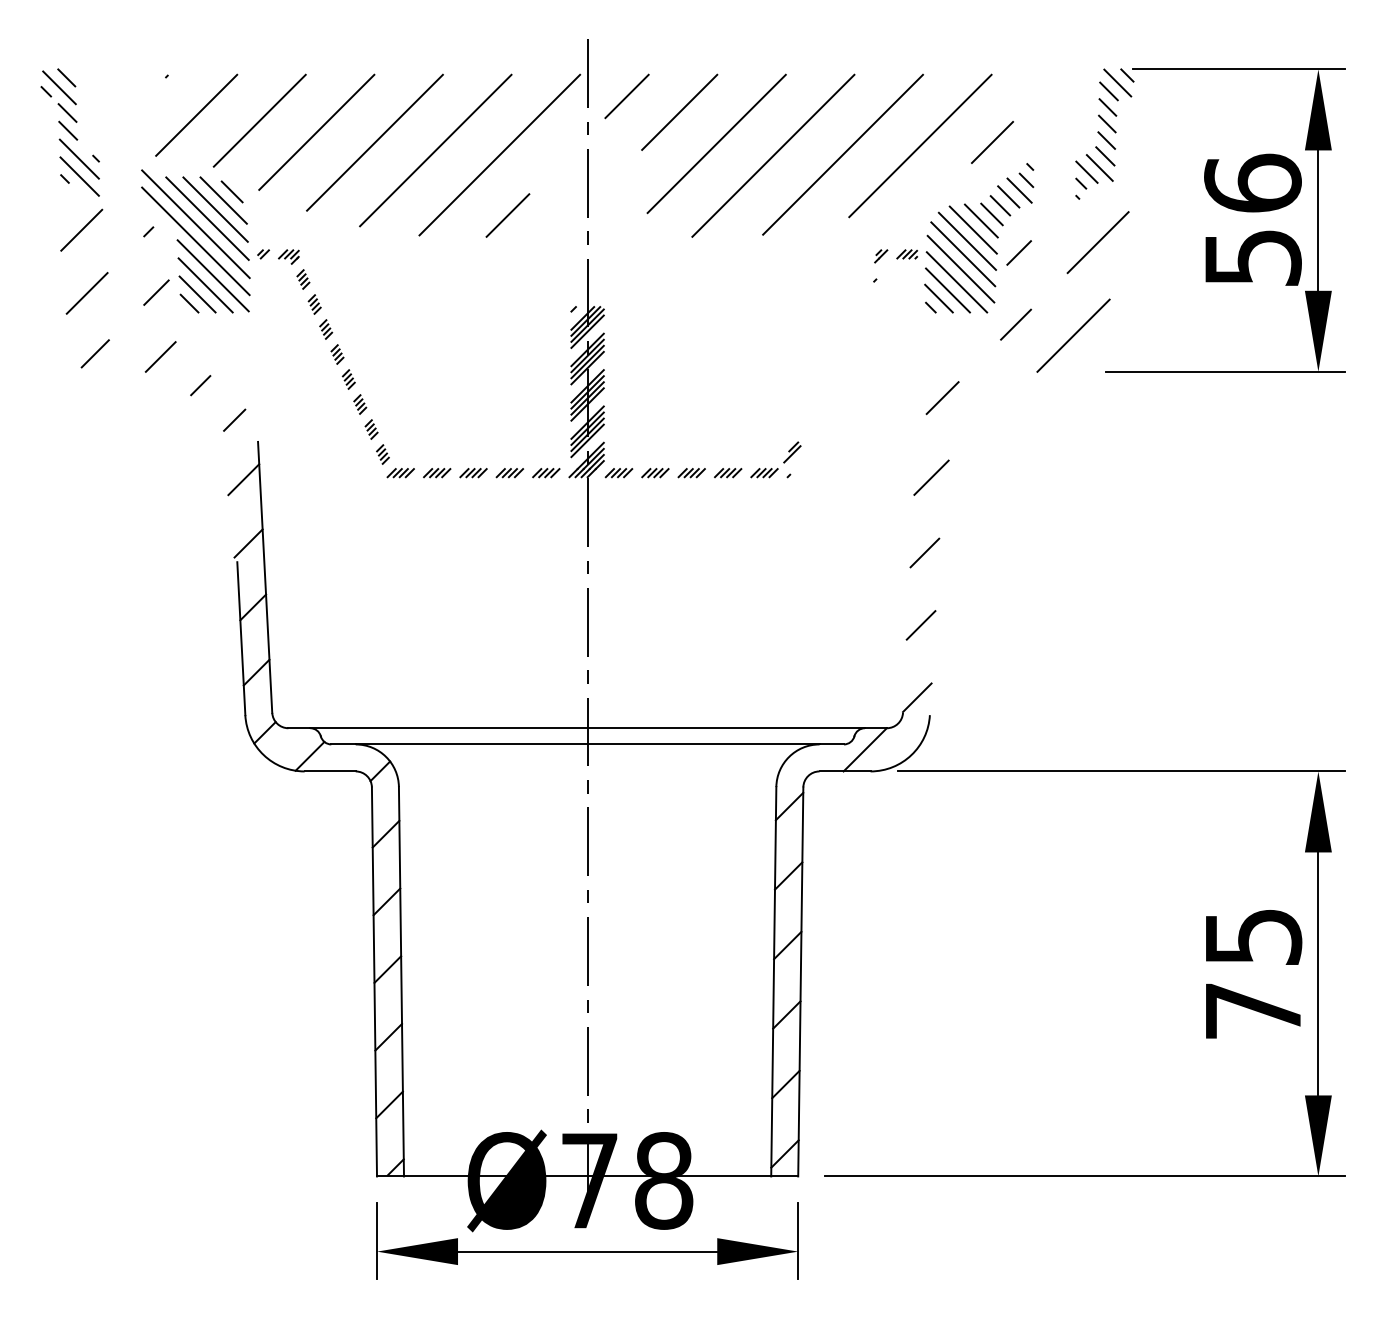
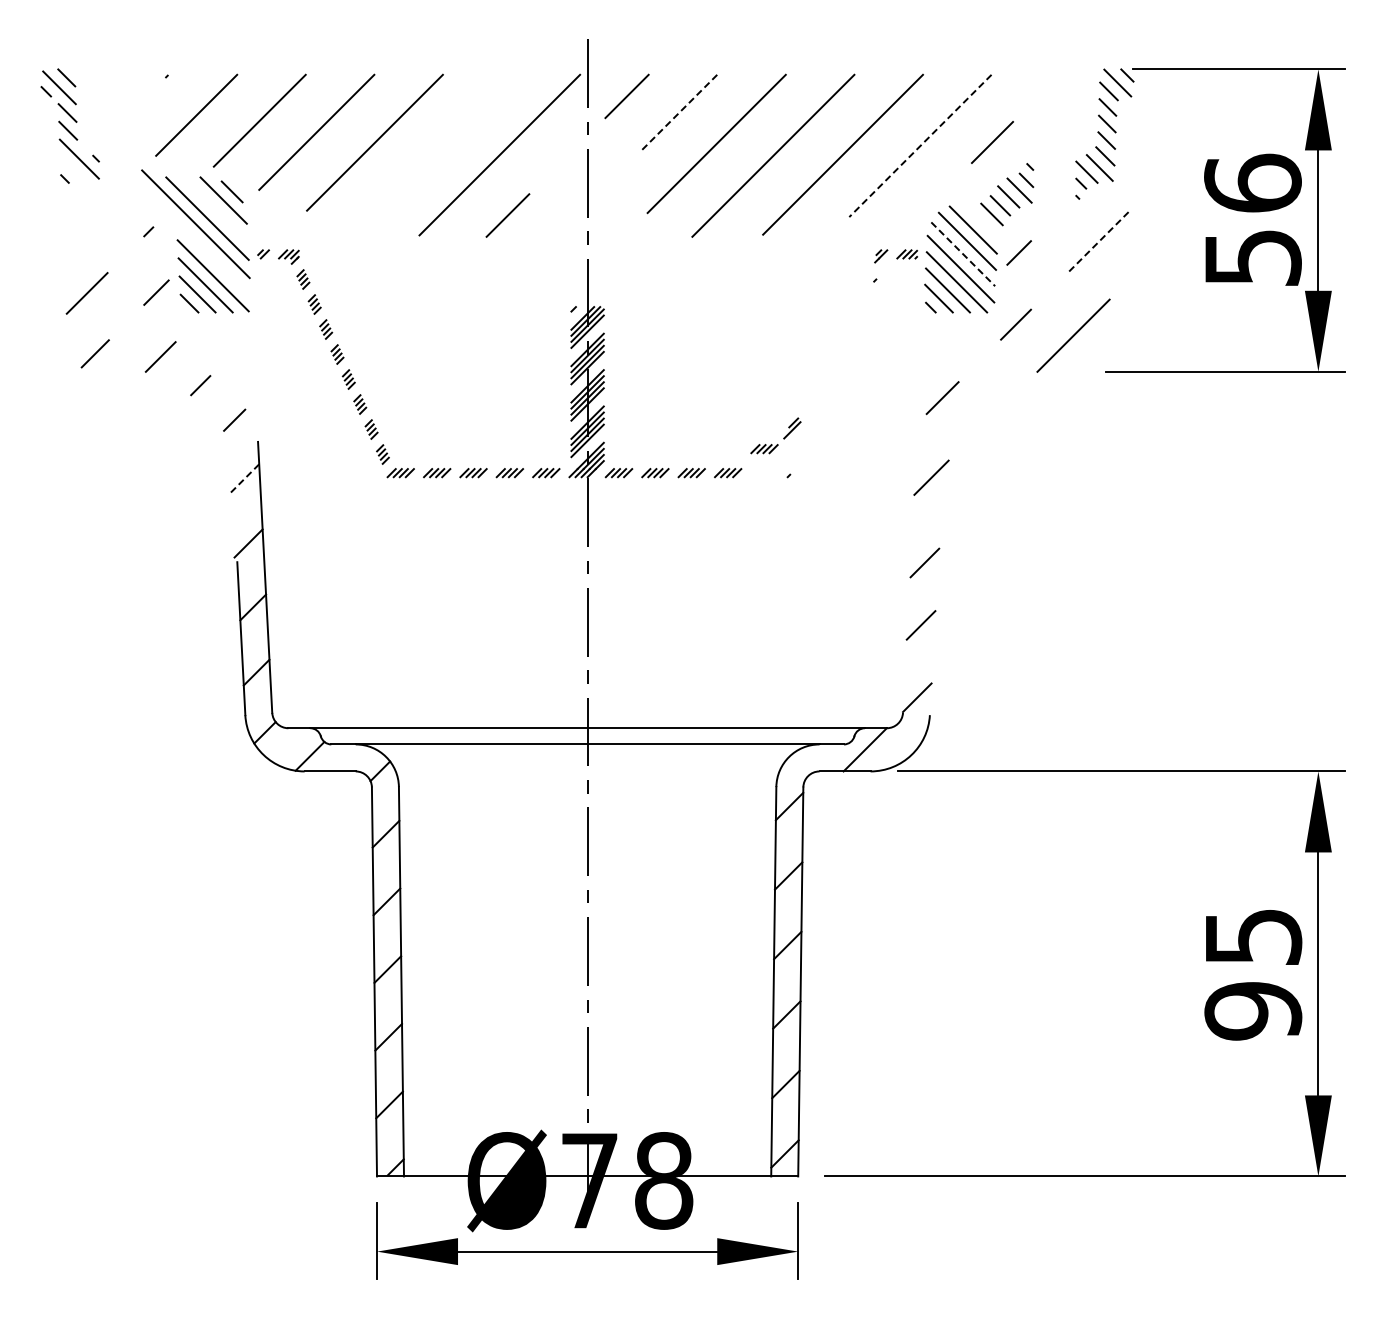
line at (679, 112): solid -> dashed
line at (920, 145): solid -> dashed
line at (435, 150): present -> none
line at (79, 176): present -> none
line at (215, 209): present -> none
line at (980, 220): present -> none
line at (81, 229): present -> none
line at (195, 241): present -> none
line at (1097, 242): solid -> dashed
line at (963, 254): solid -> dashed
part at (783, 461) position: (783, 461) -> (783, 437)
line at (243, 479): solid -> dashed
line at (924, 552) position: (924, 552) -> (924, 562)
text at (1253, 1011): 75 -> 95
